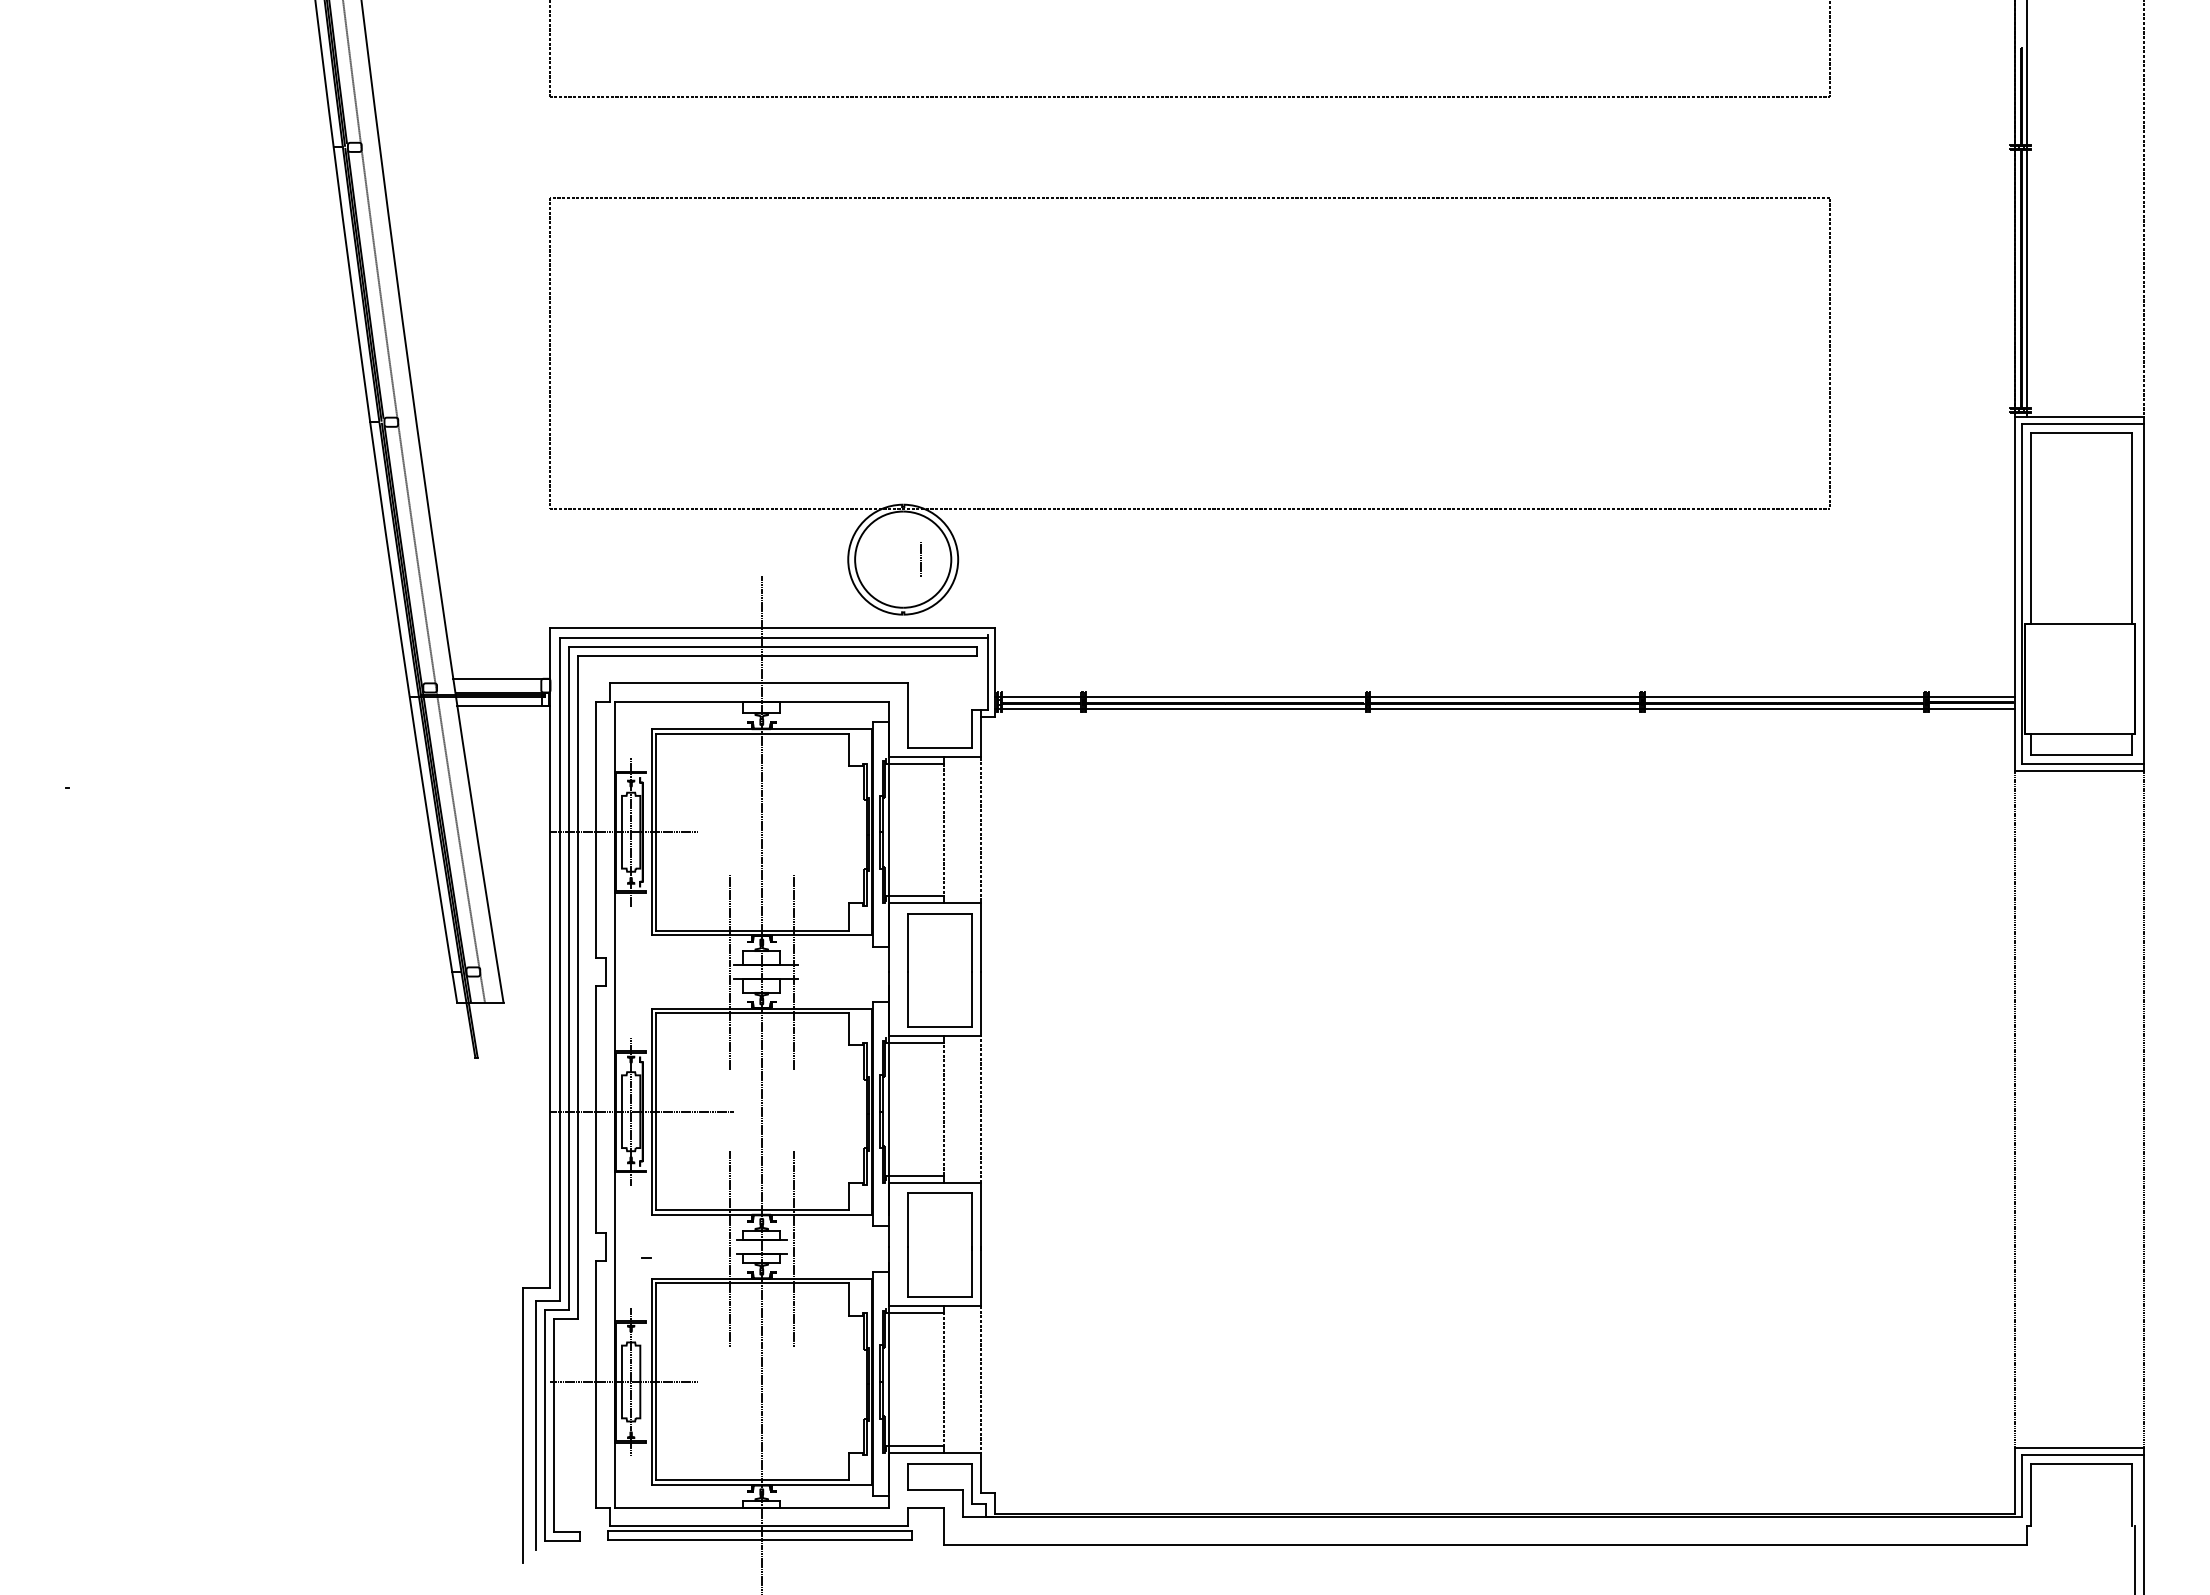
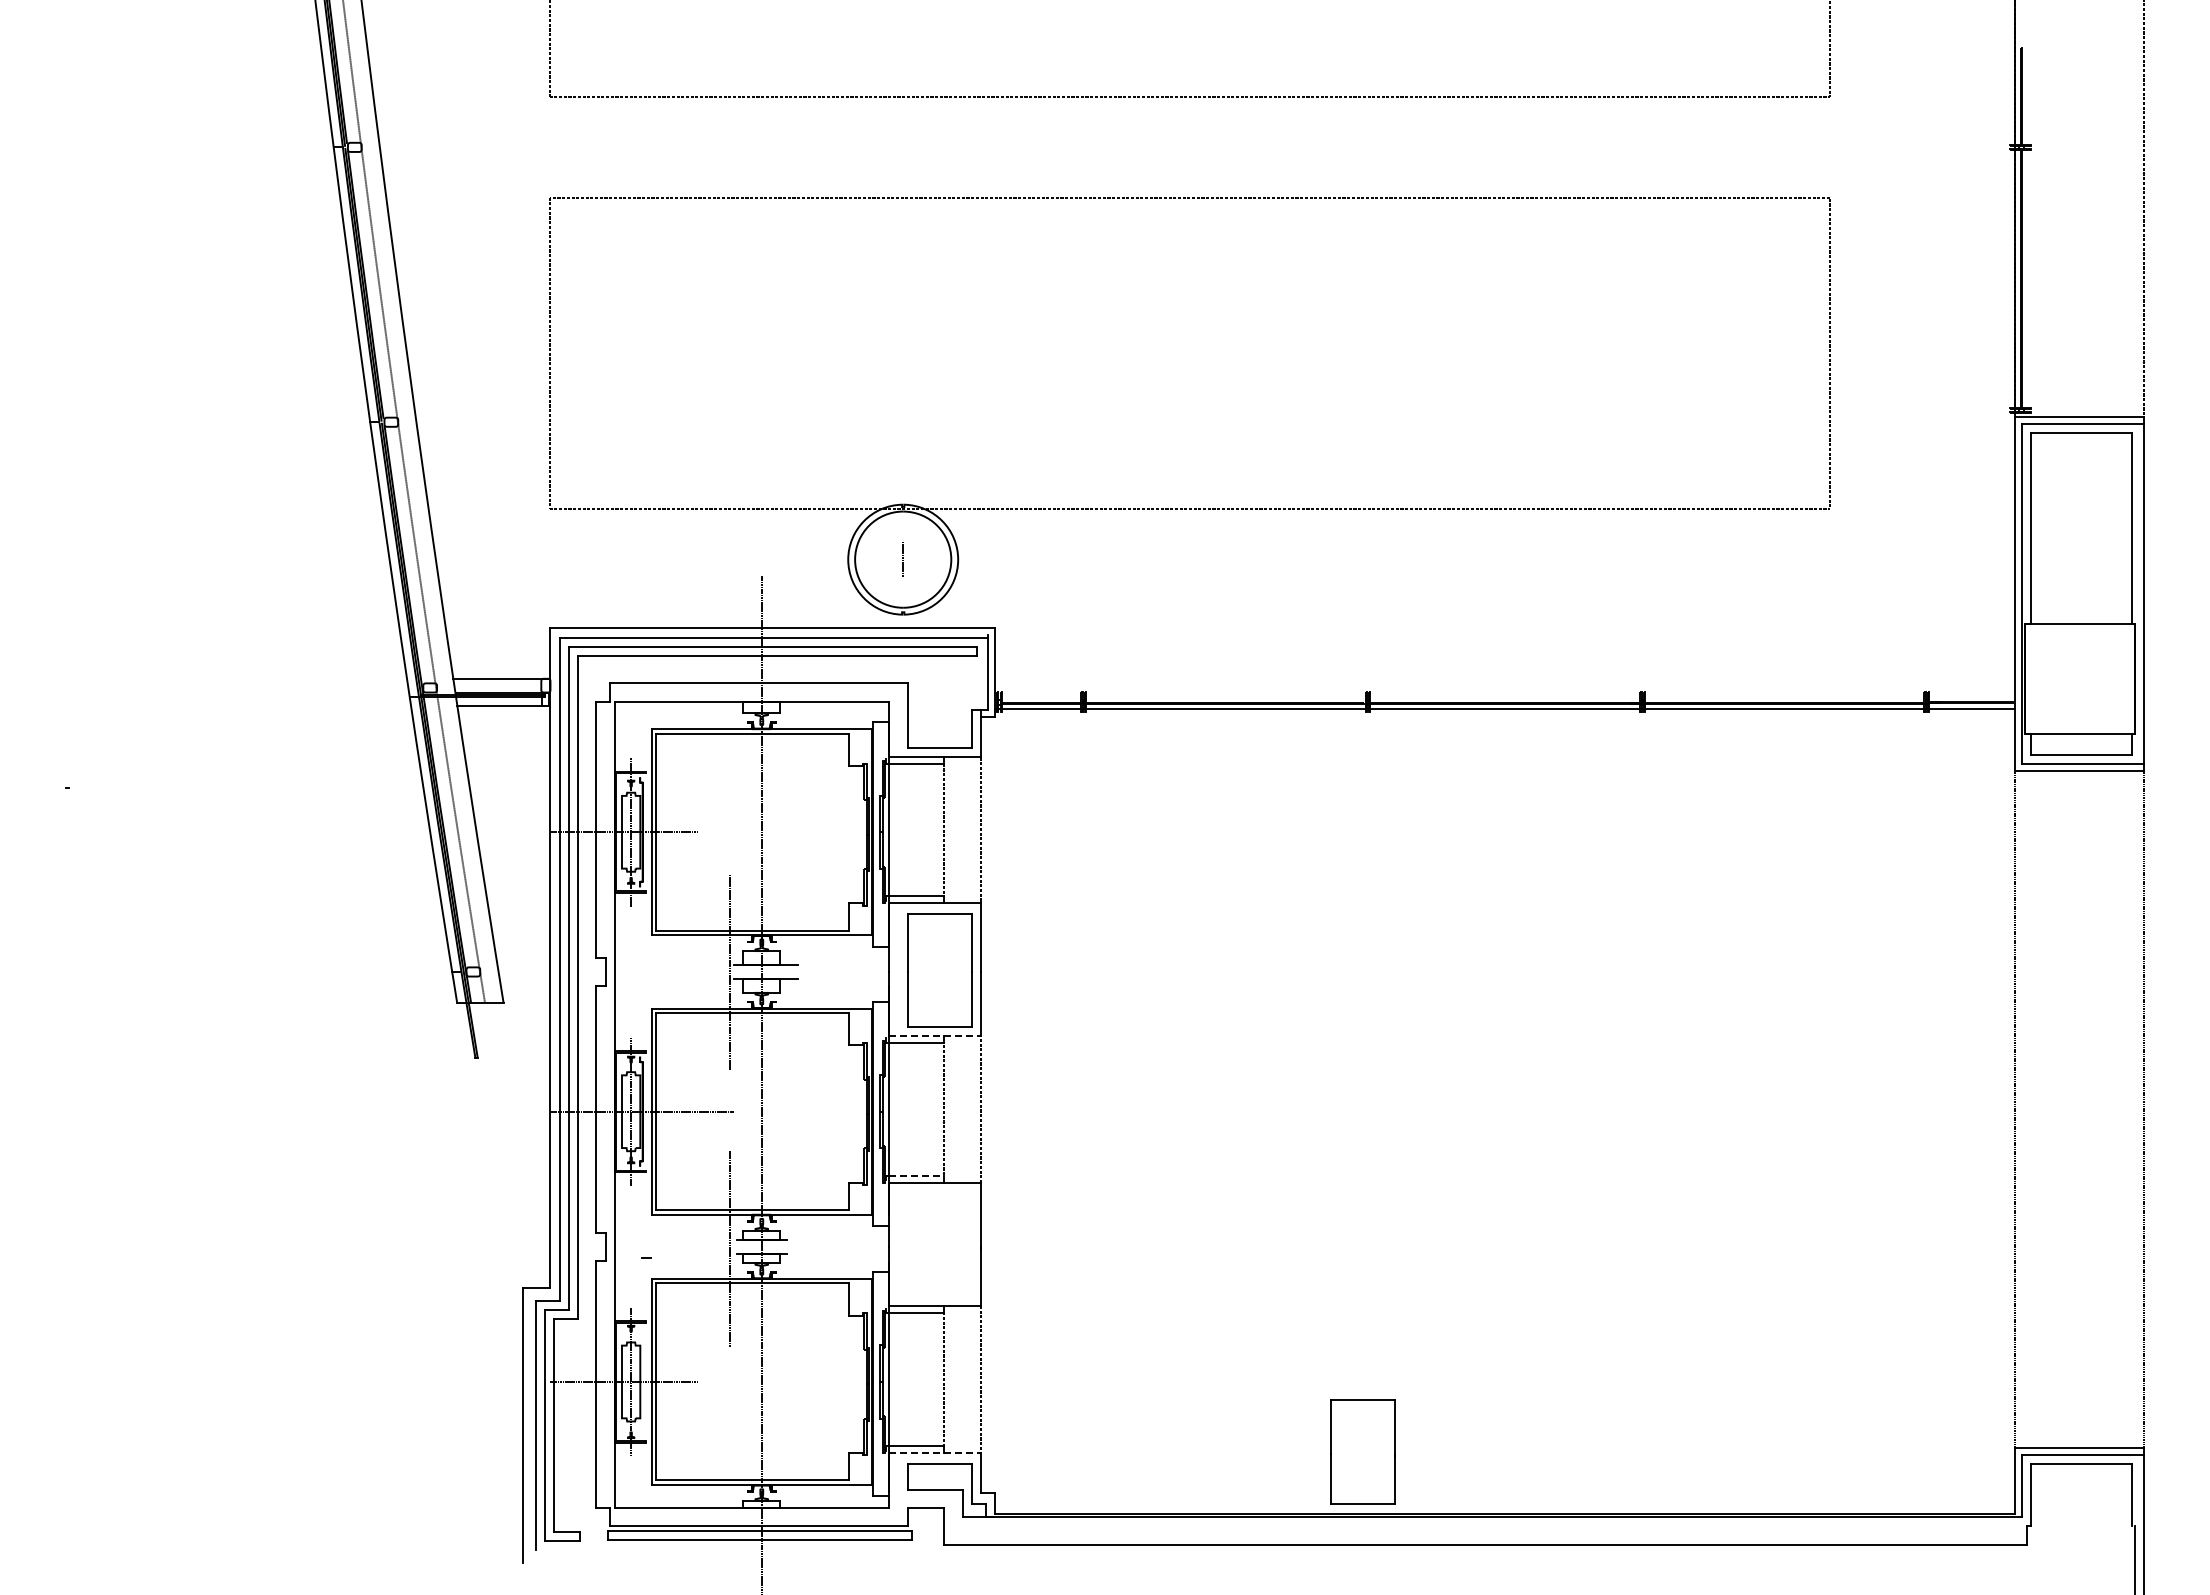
line at (2026, 209): present -> none
line at (920, 558) position: (920, 558) -> (902, 558)
line at (1504, 697): present -> none
line at (793, 971): present -> none
line at (935, 1036): solid -> dashed
line at (917, 1175): solid -> dashed
part at (939, 1244) position: (939, 1244) -> (1362, 1451)
line at (793, 1248): present -> none
line at (935, 1452): solid -> dashed
